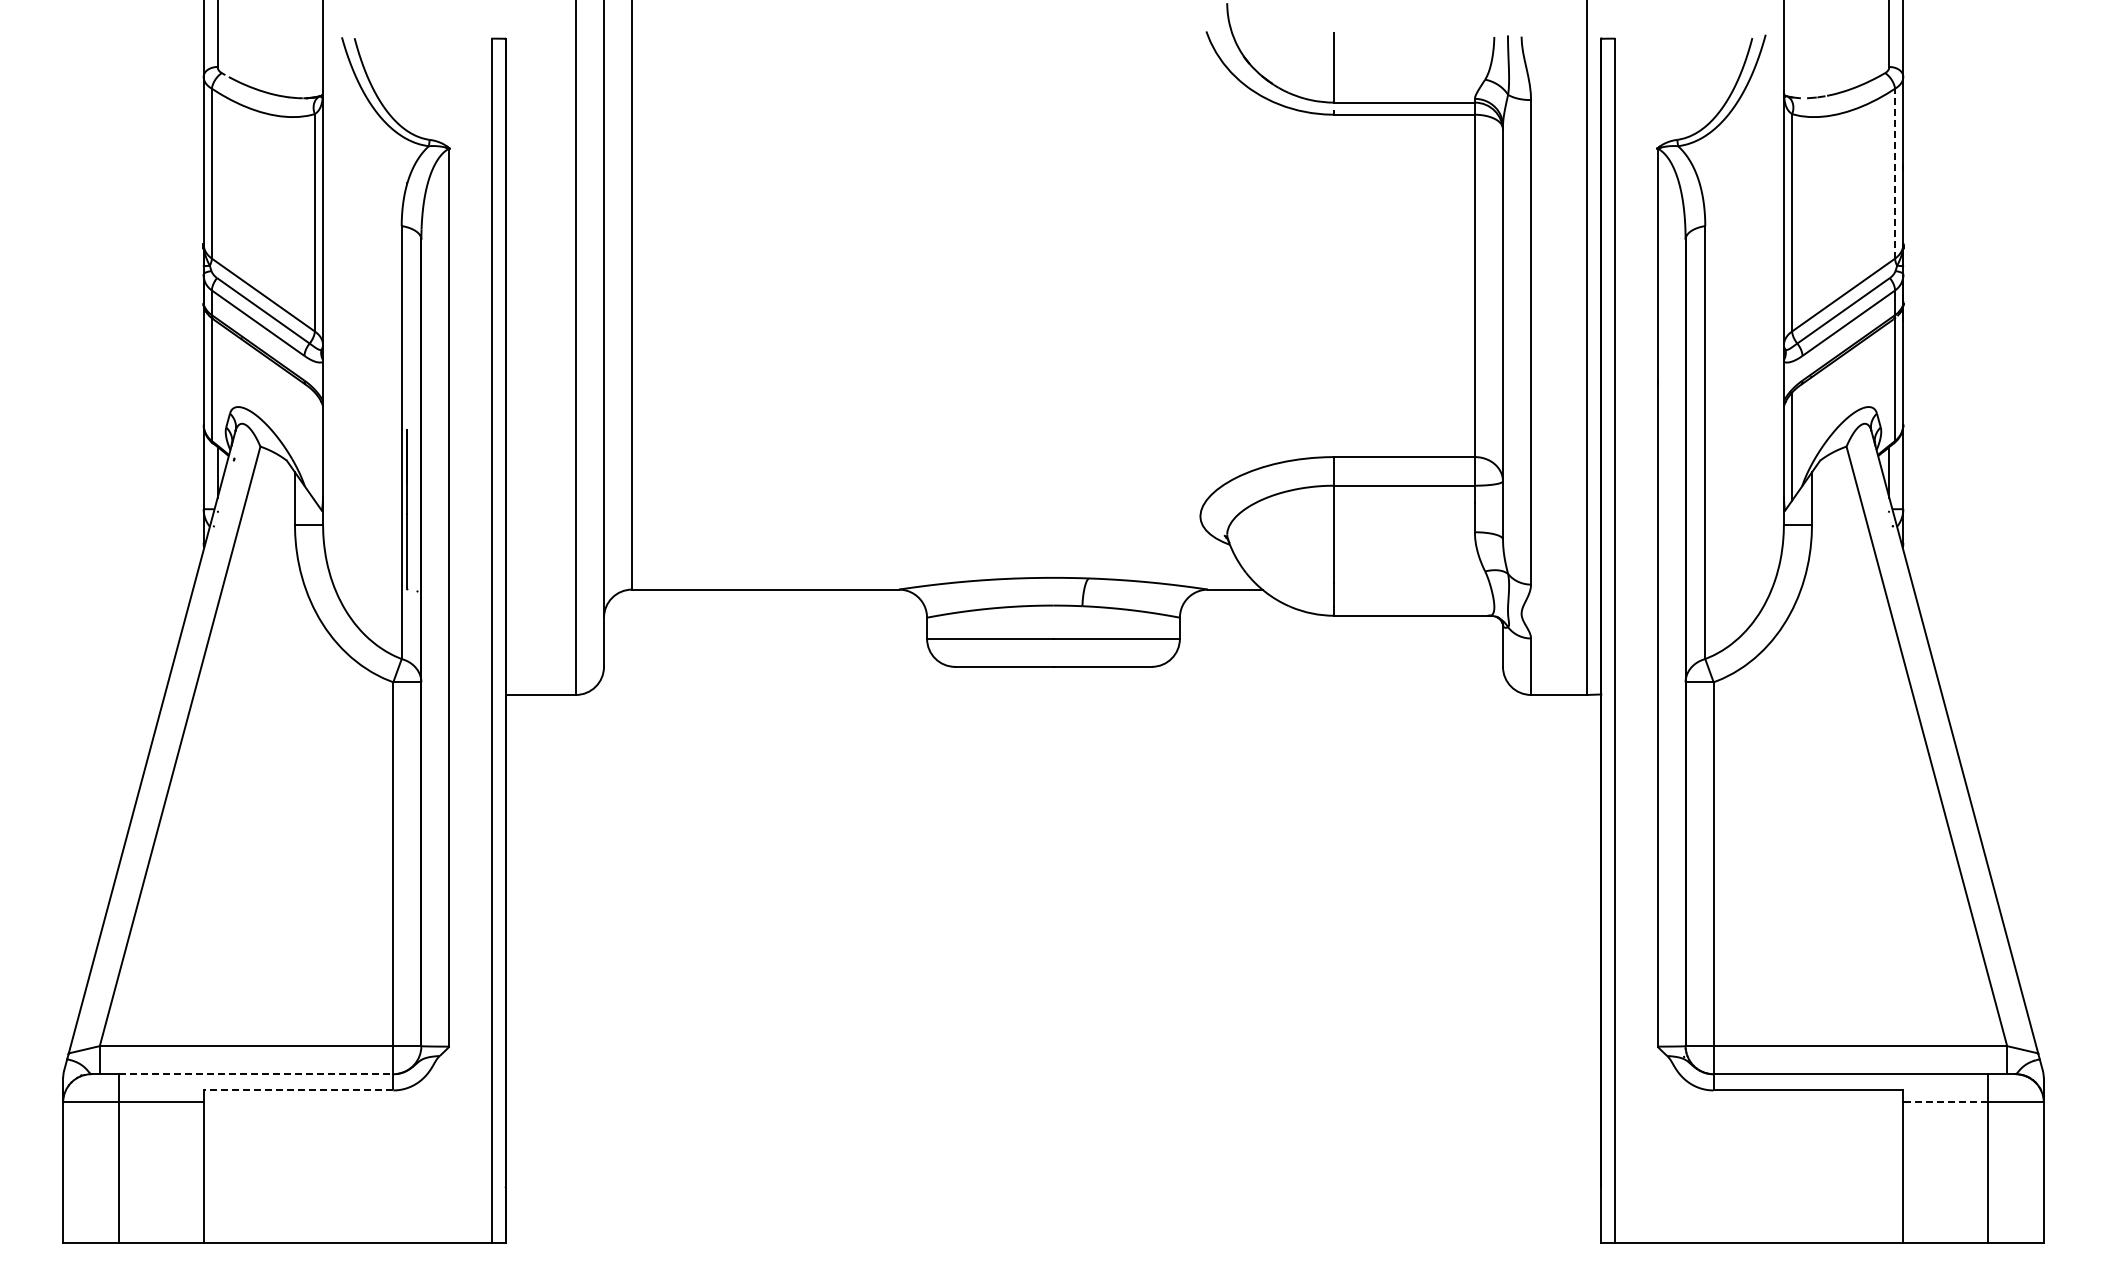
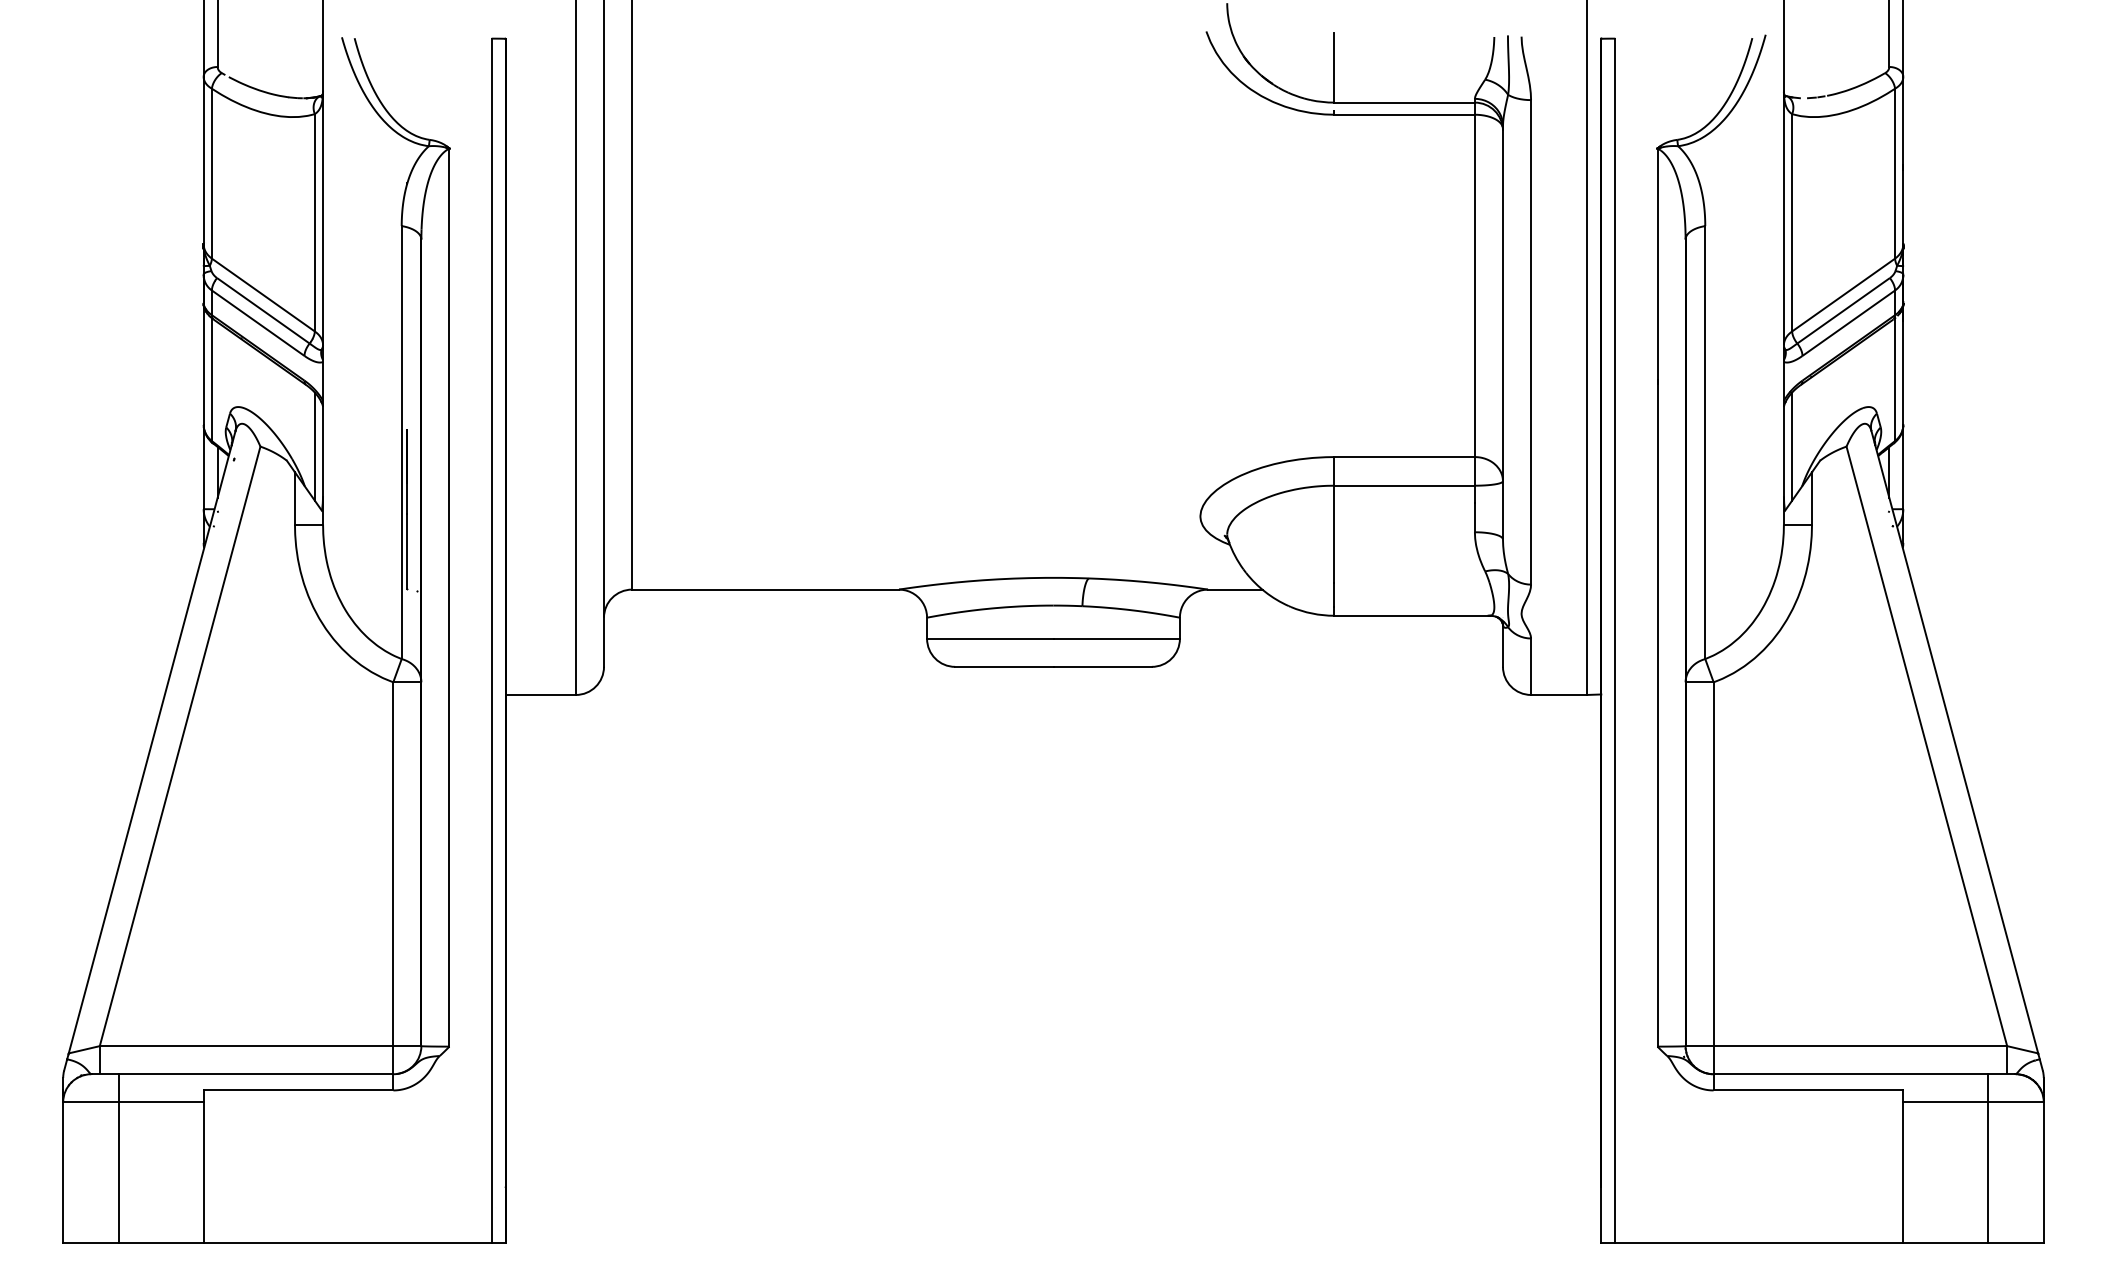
line at (1895, 173): dashed -> solid
line at (314, 446): none -> present
line at (256, 1074): dashed -> solid
line at (298, 1090): dashed -> solid
line at (1944, 1102): dashed -> solid
